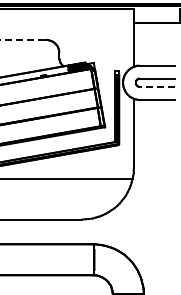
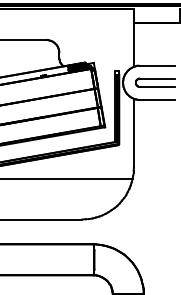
line at (23, 39): dashed -> solid
line at (157, 86): dashed -> solid
